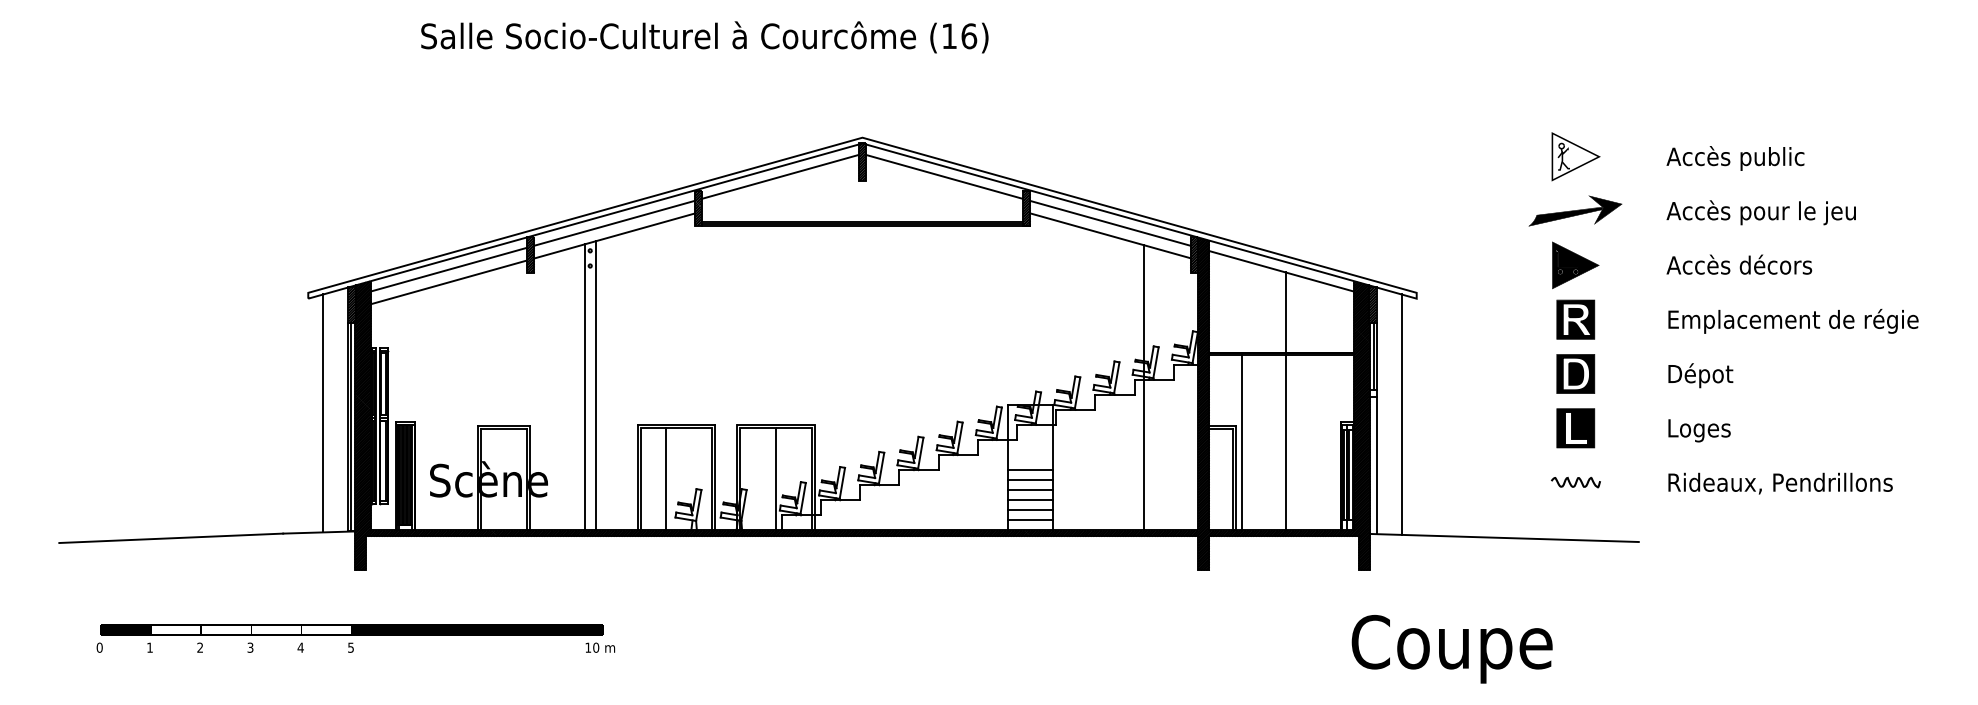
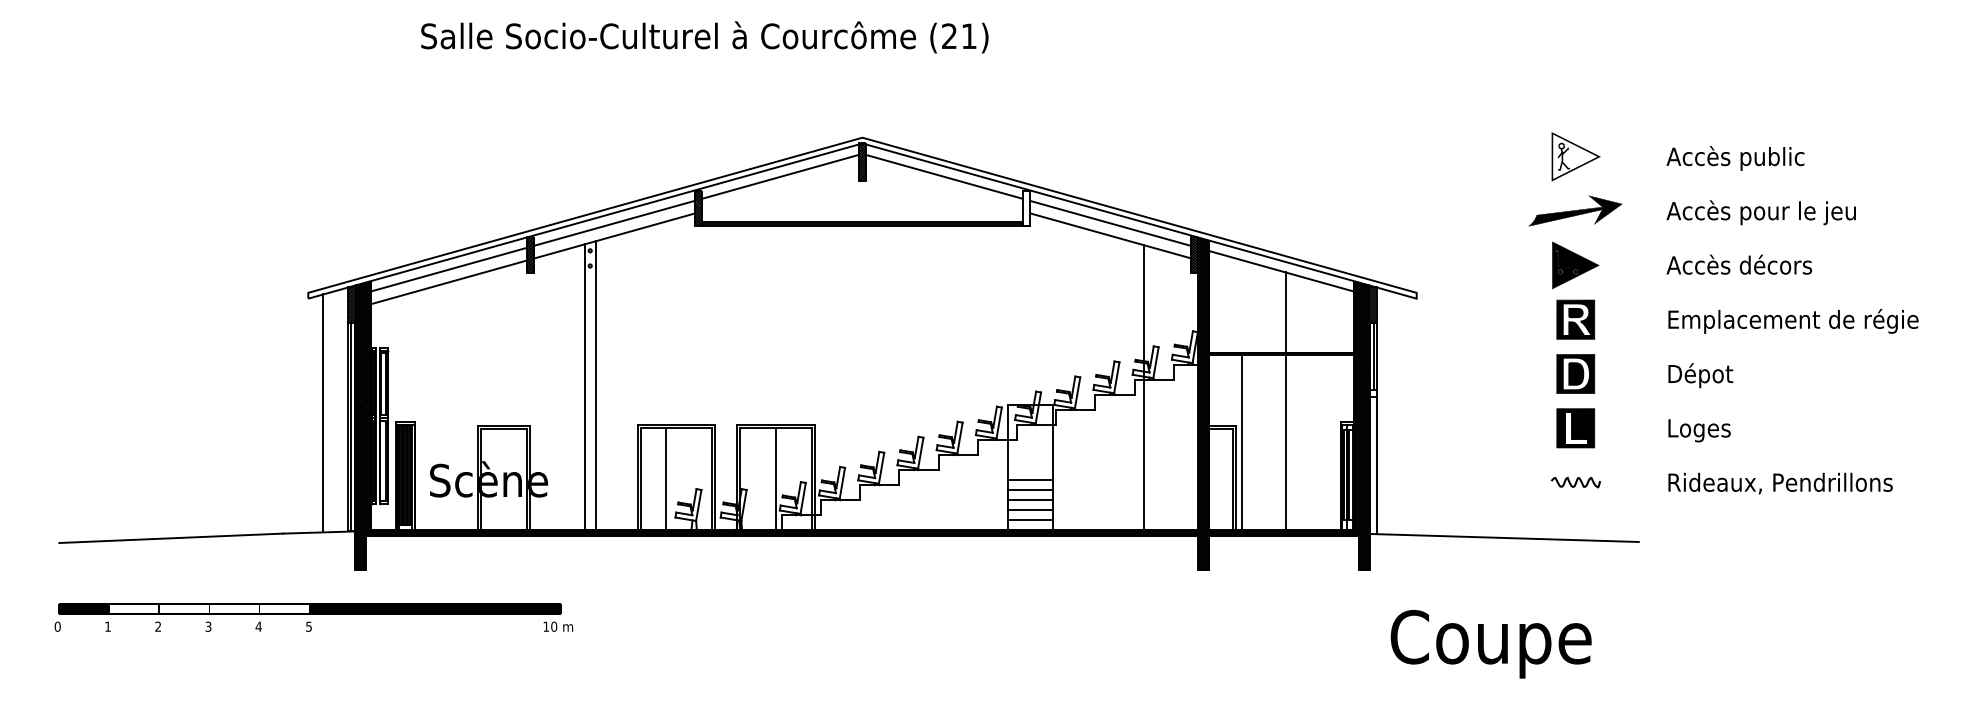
text at (959, 36): (16) -> (21)
hatch at (1026, 207): present -> none
line at (1401, 414): present -> none
line at (1030, 470): present -> none
text at (355, 638) position: (355, 638) -> (313, 617)
text at (1451, 649) position: (1451, 649) -> (1490, 644)
